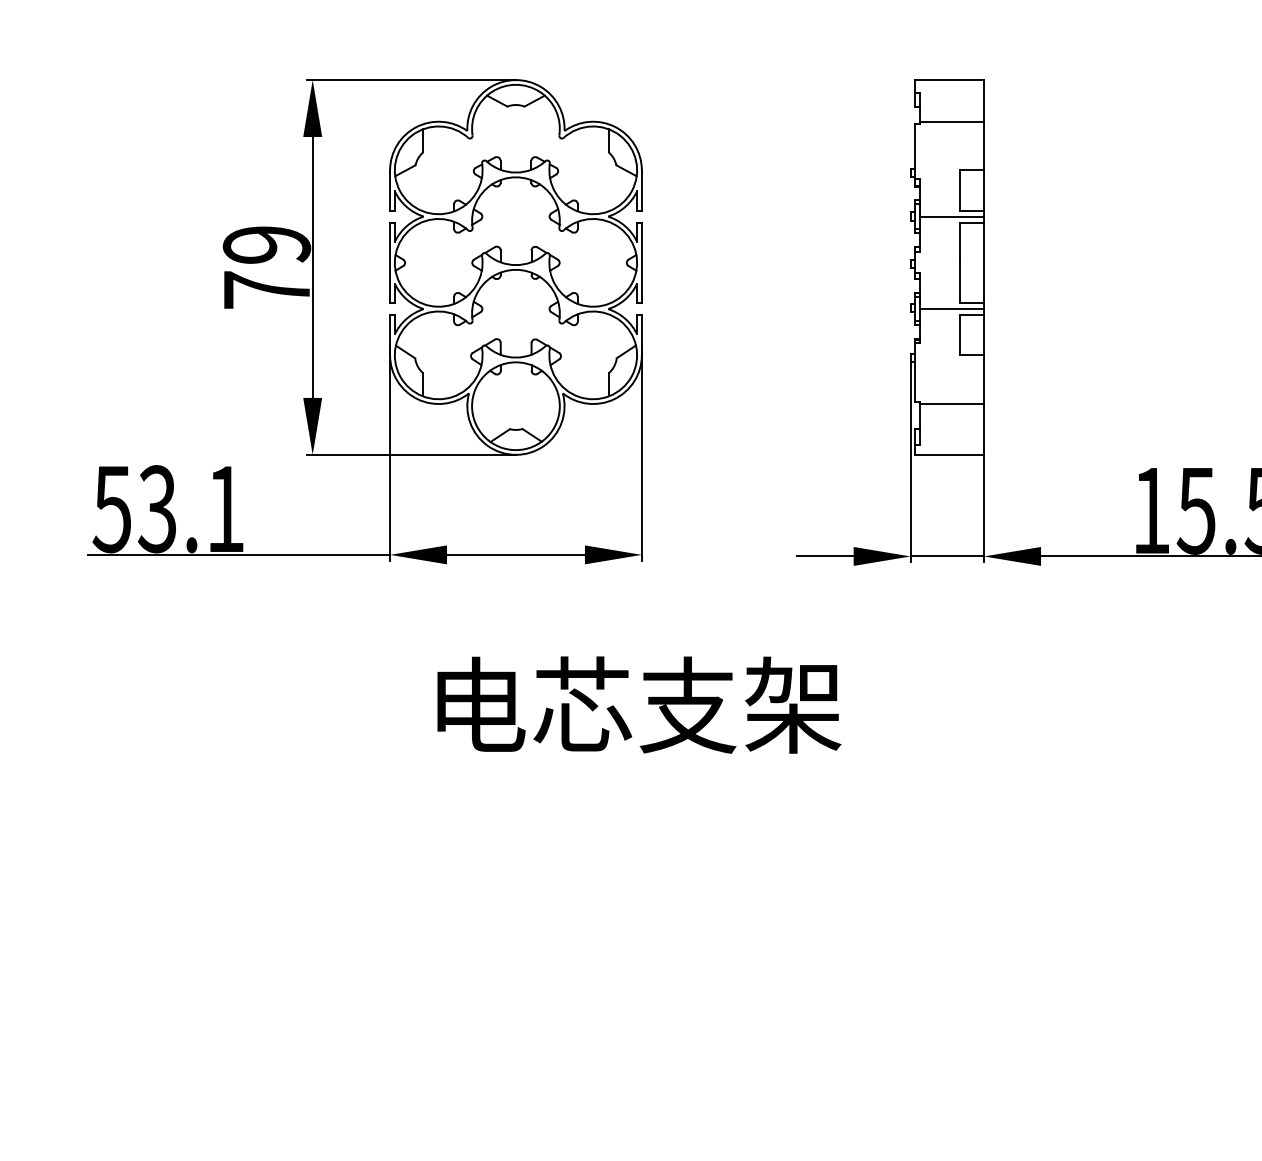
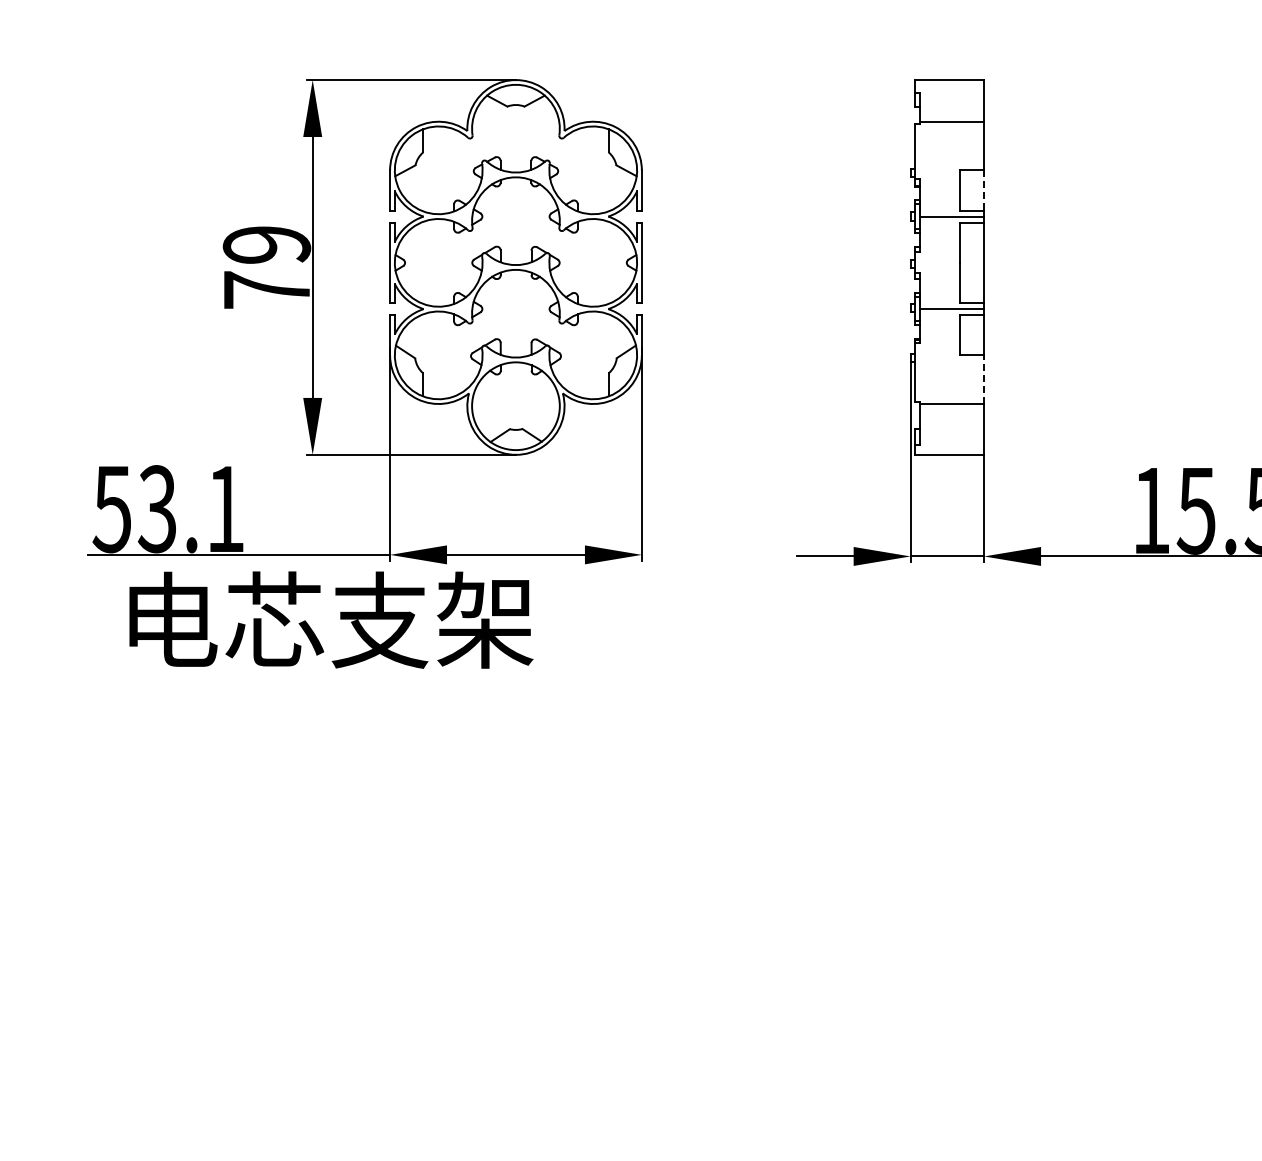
line at (984, 191): solid -> dashed
line at (984, 379): solid -> dashed
text at (639, 704) position: (639, 704) -> (331, 619)
